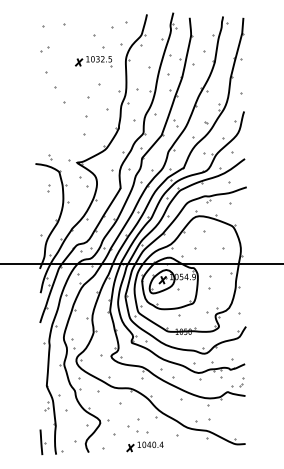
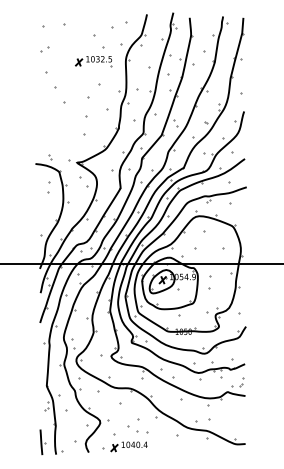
part at (48, 188) size: 4x9 px -> 4x13 px
part at (144, 446) position: (144, 446) -> (128, 446)
